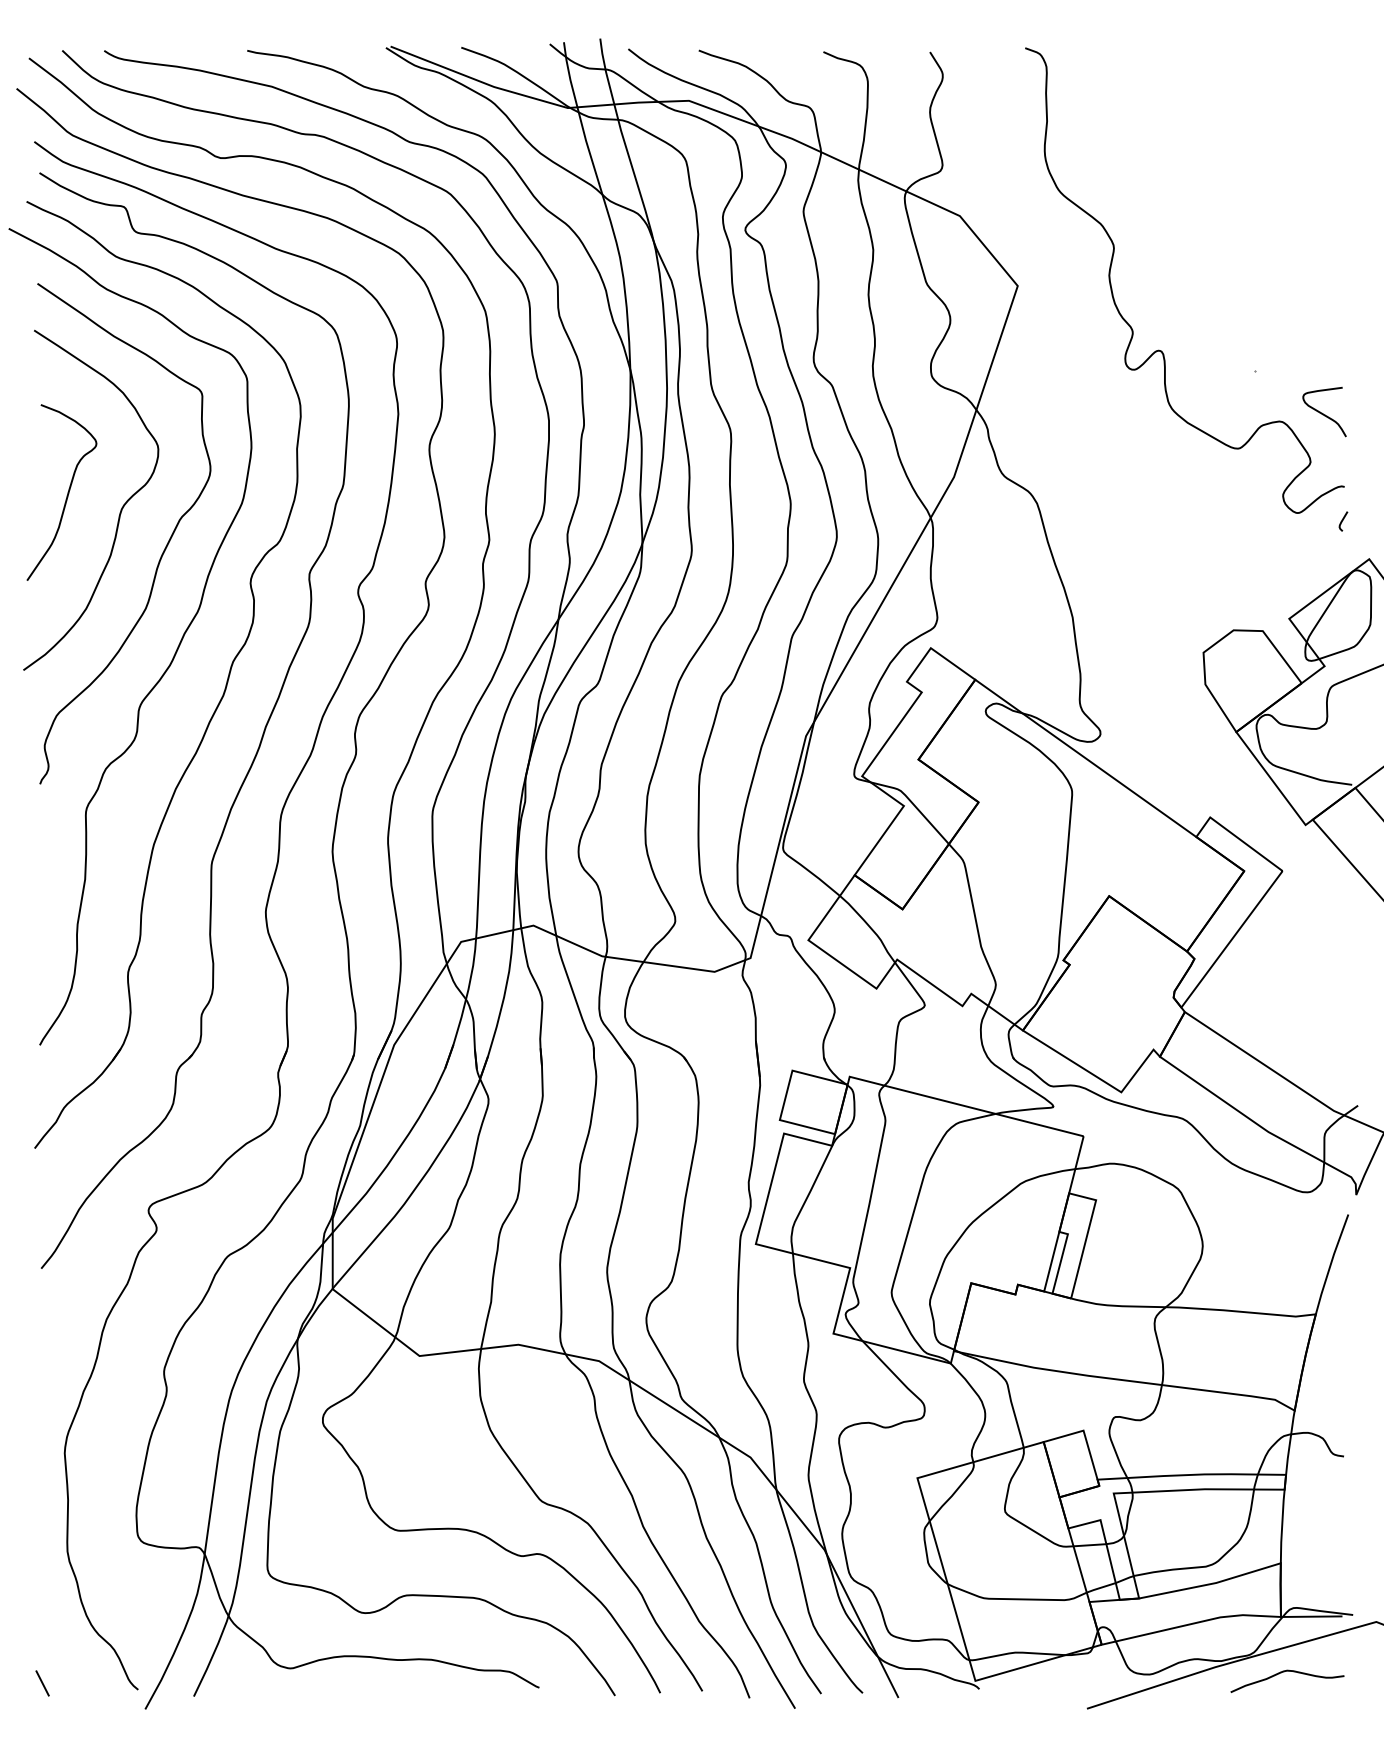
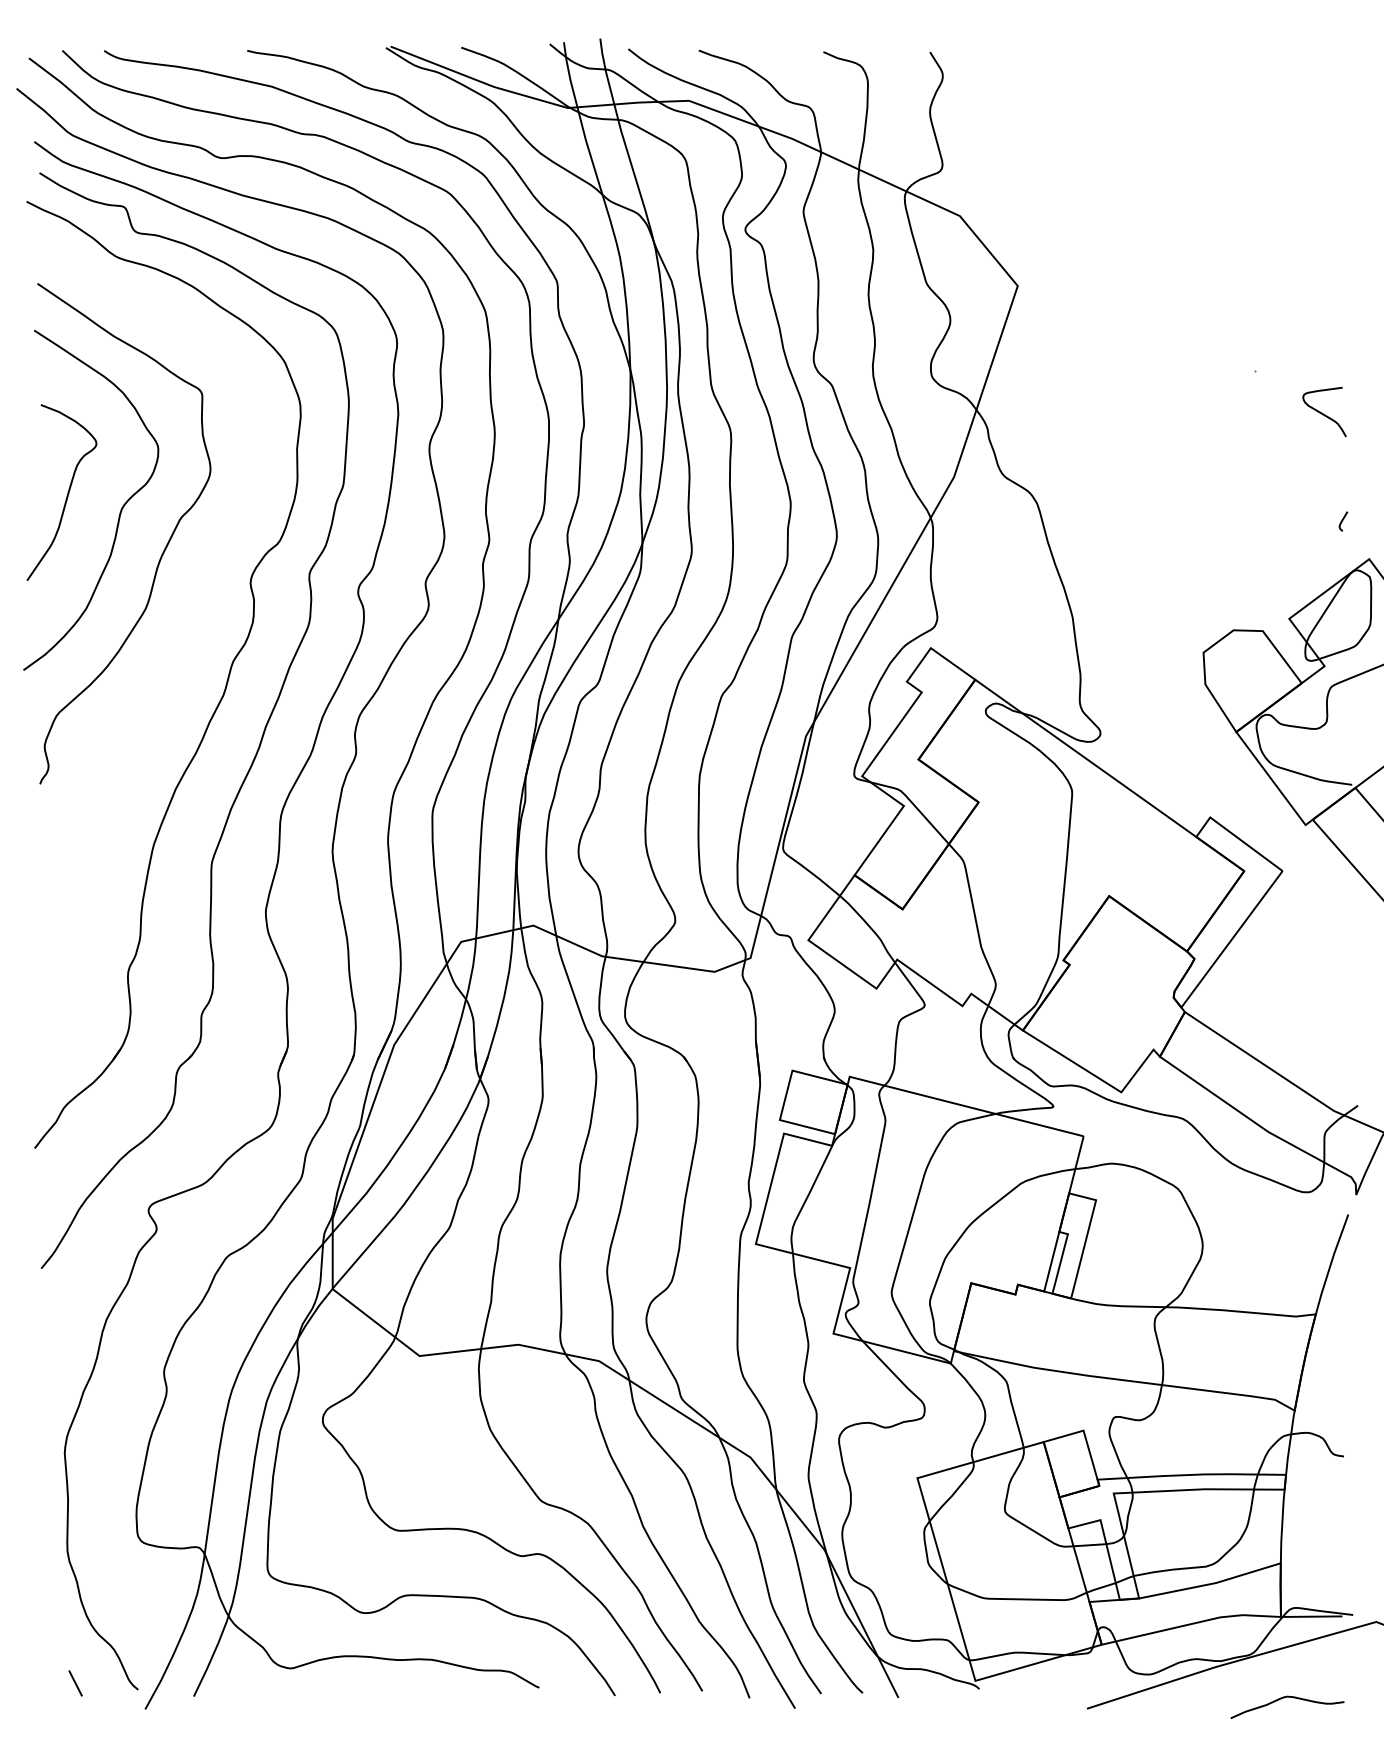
curve at (1131, 326): present -> none
curve at (172, 657): present -> none
curve at (1284, 1672) position: (1284, 1672) -> (1284, 1698)
line at (42, 1683) position: (42, 1683) -> (75, 1683)
